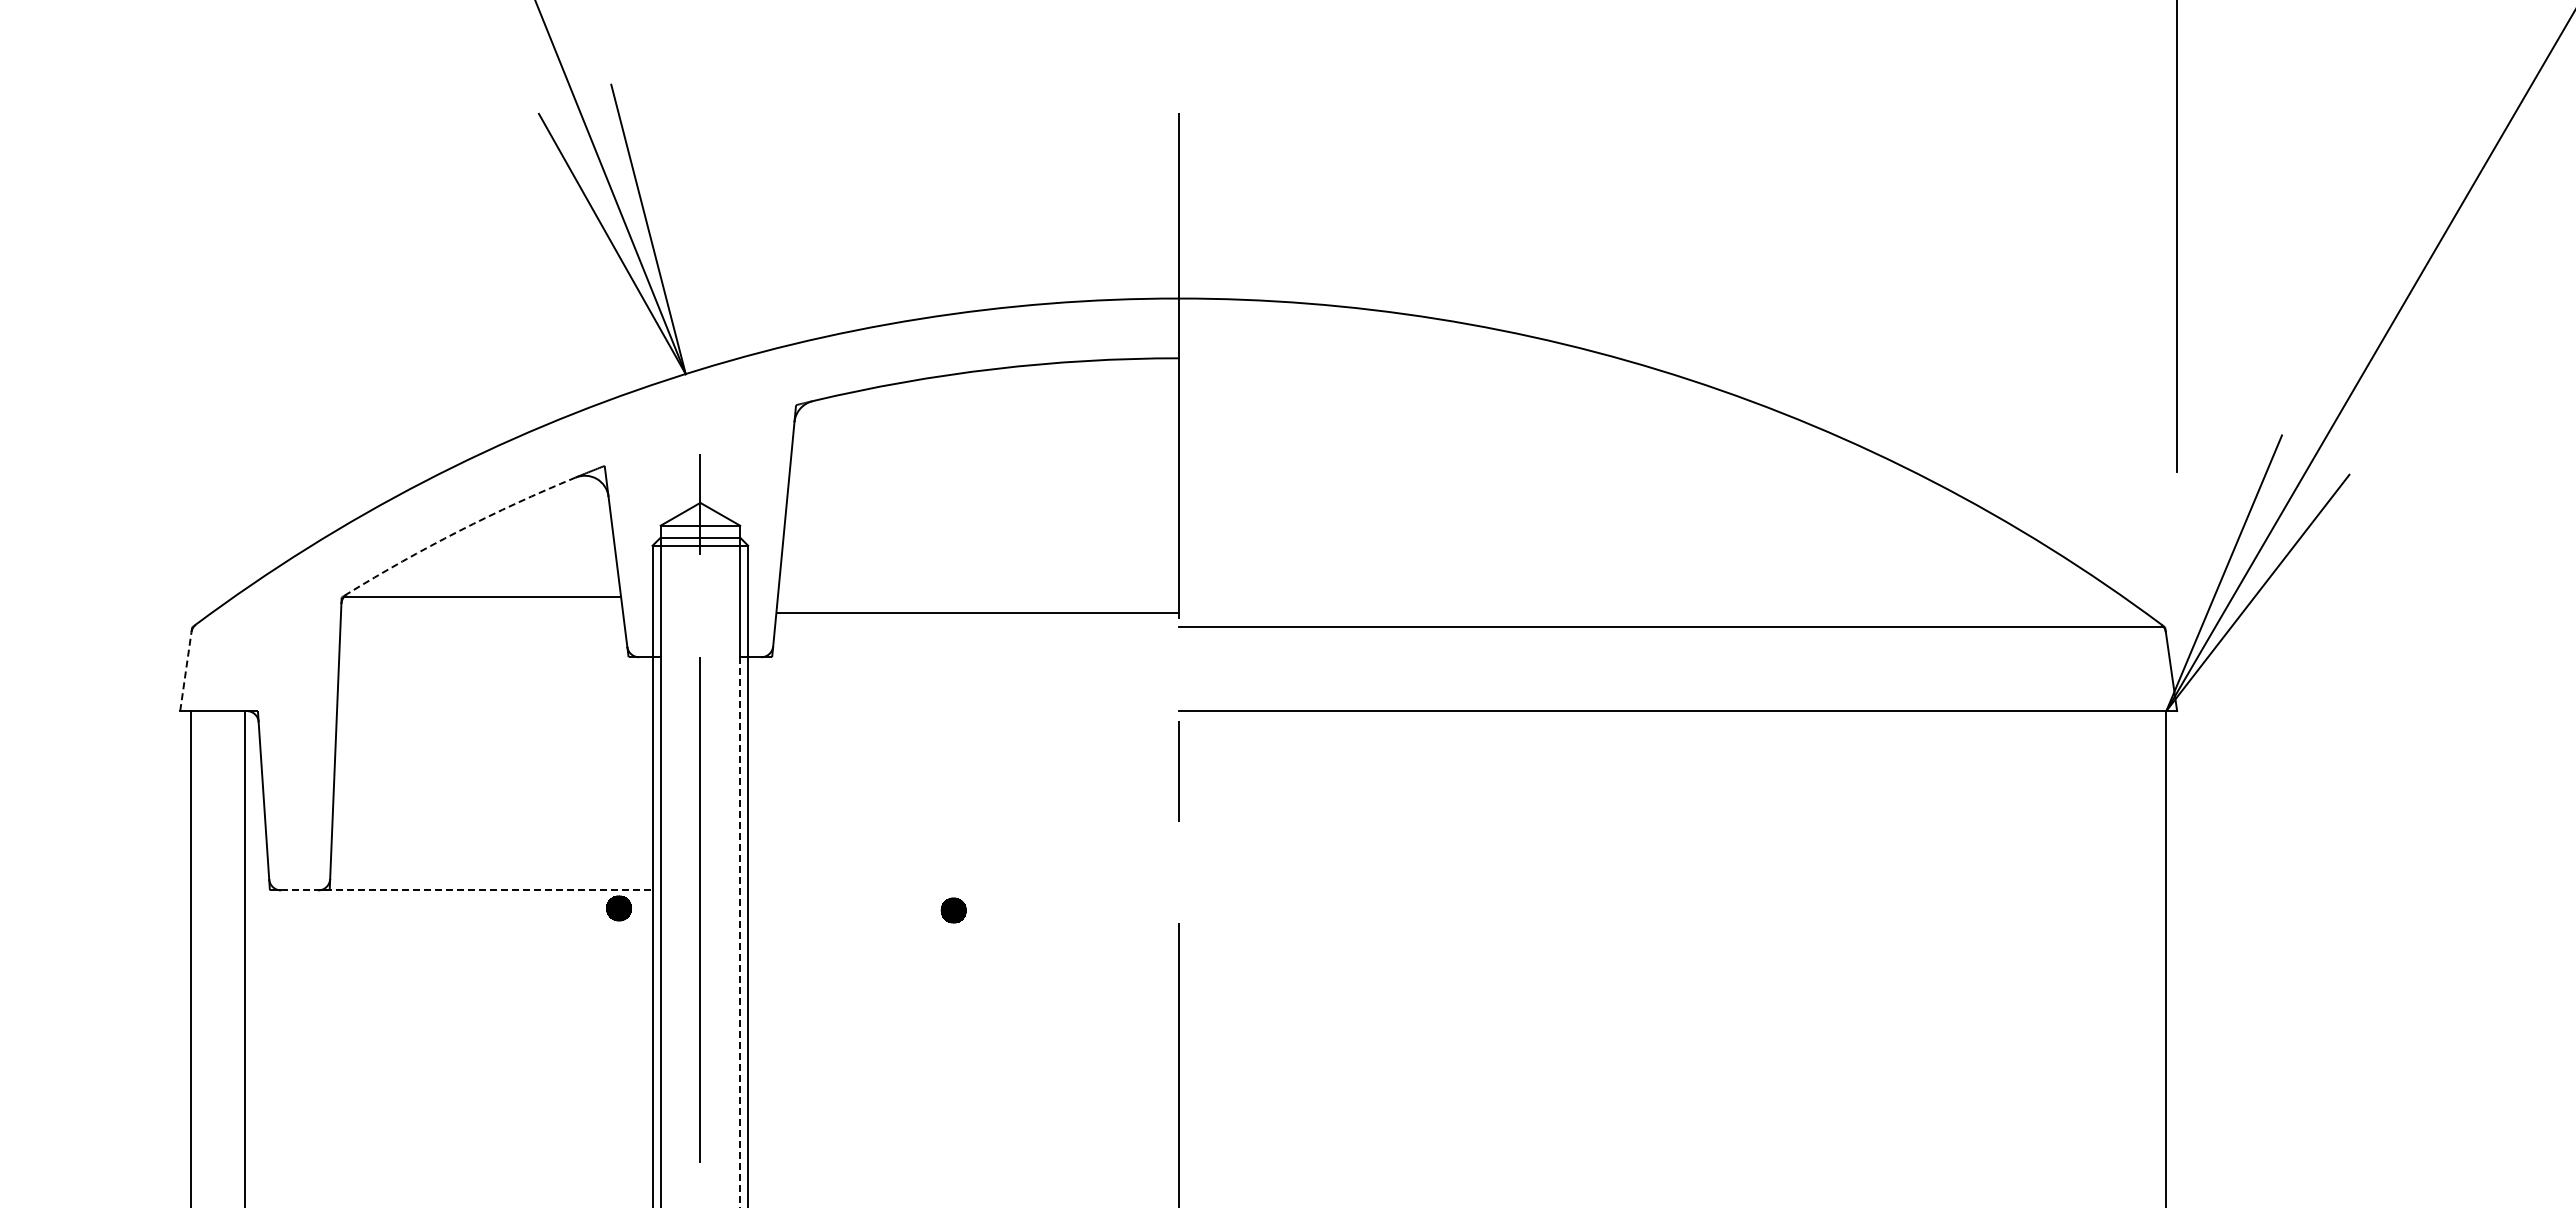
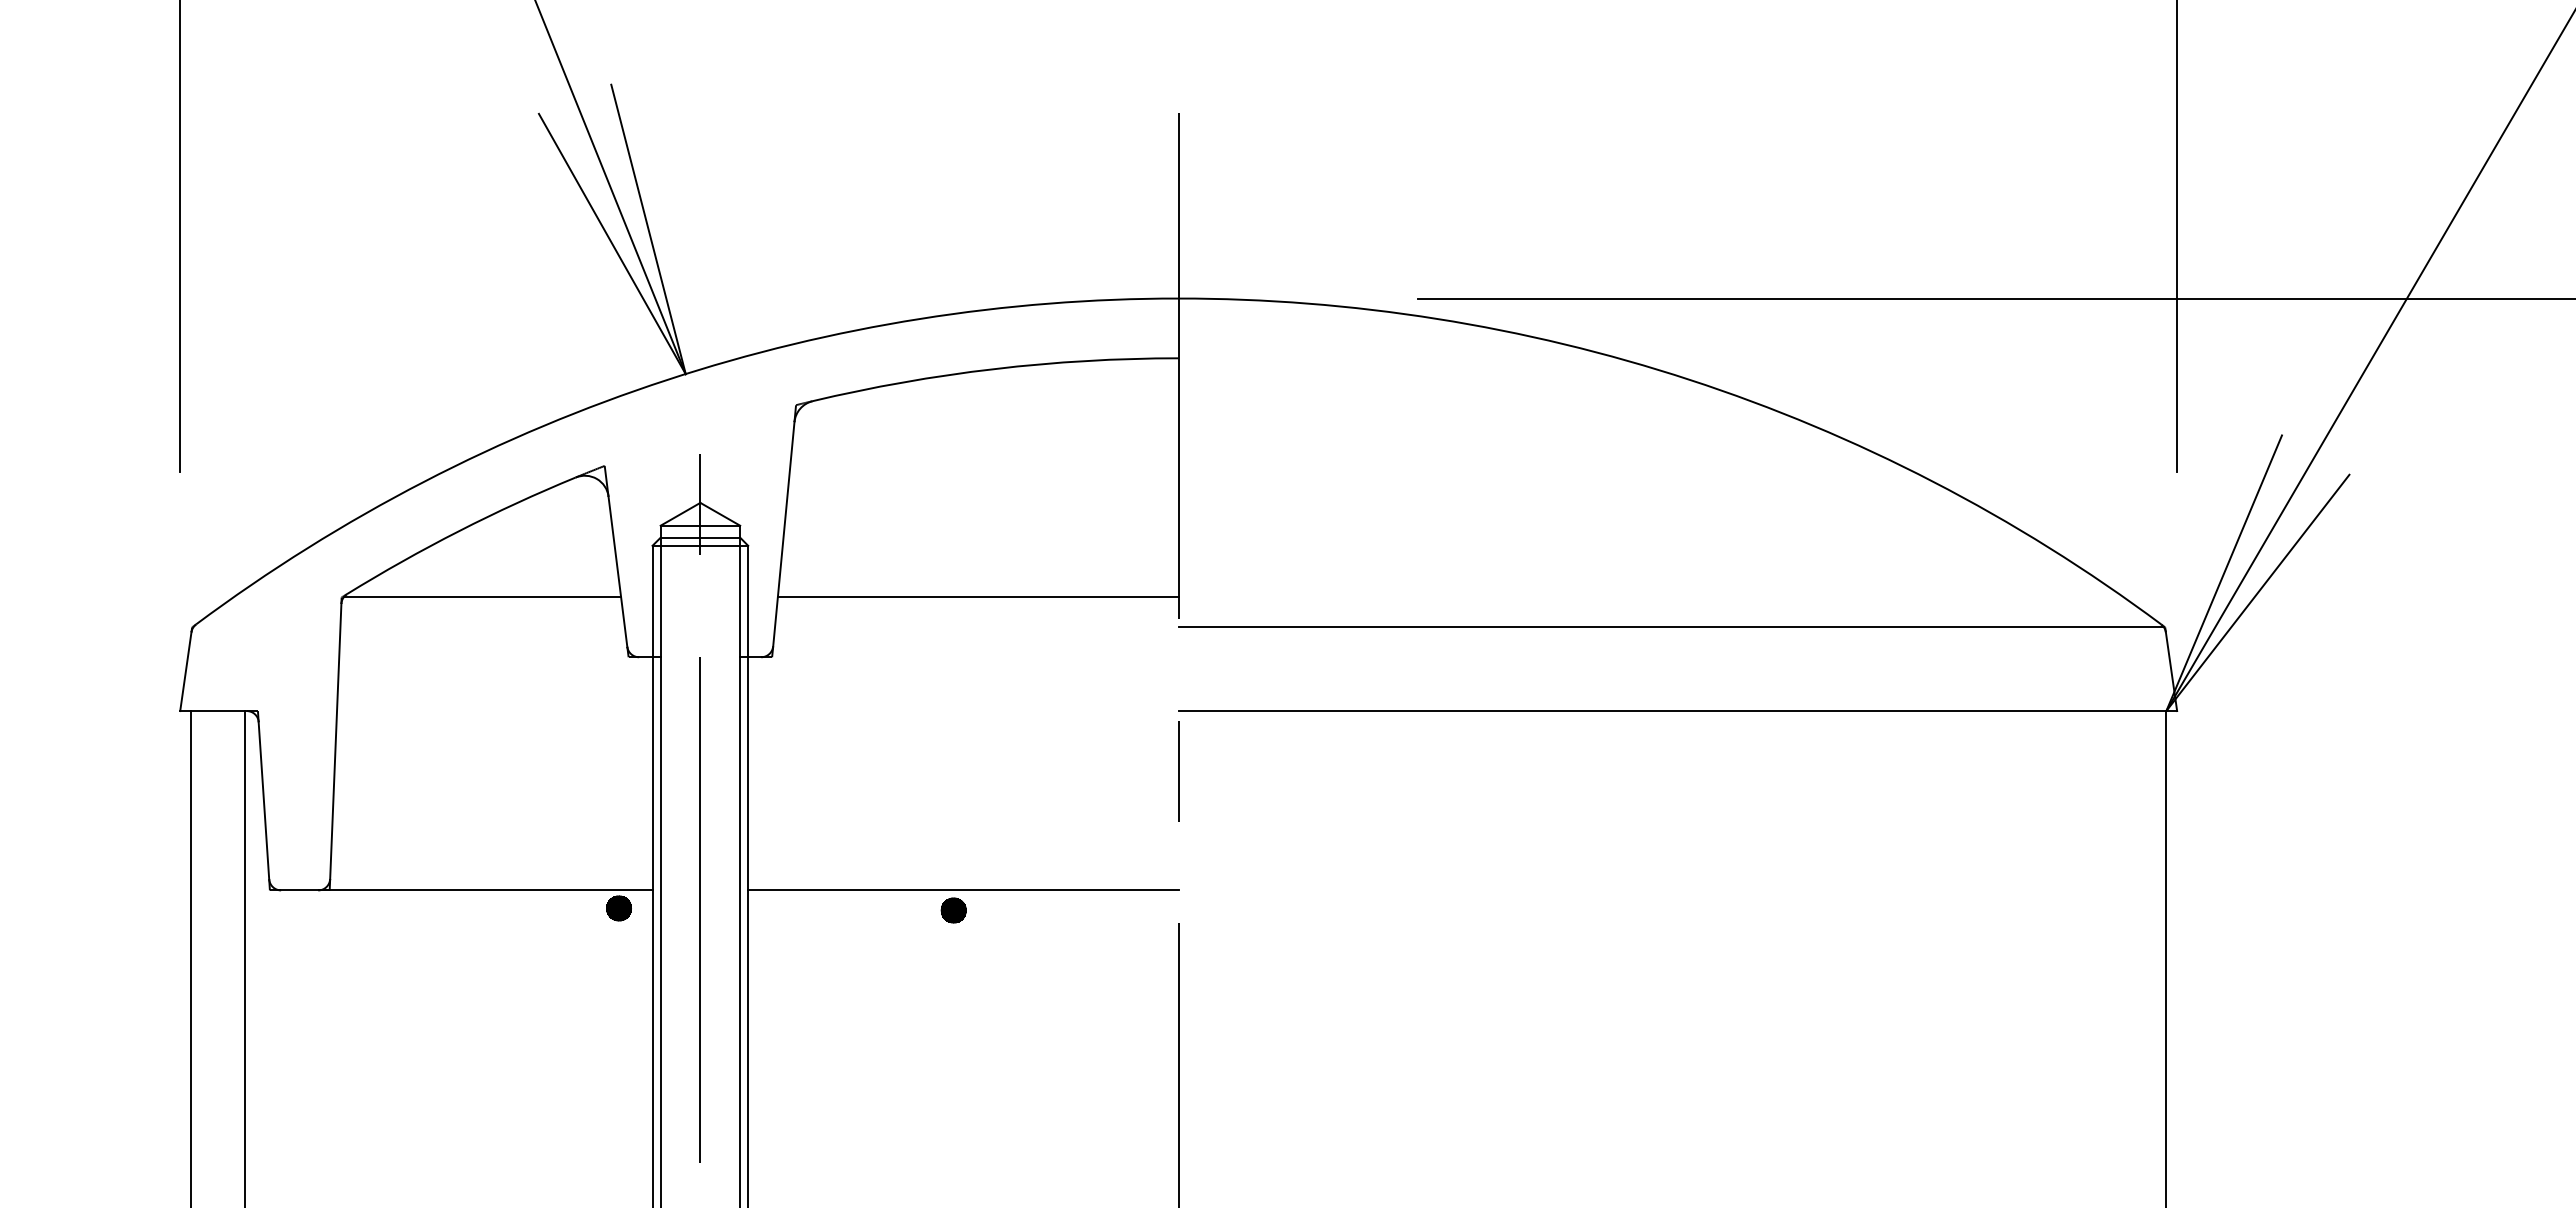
line at (180, 236): none -> present
line at (1994, 298): none -> present
arc at (459, 531): dashed -> solid
line at (977, 613) position: (977, 613) -> (977, 597)
line at (185, 671): dashed -> solid
line at (466, 890): dashed -> solid
line at (963, 890): none -> present
line at (740, 932): dashed -> solid
